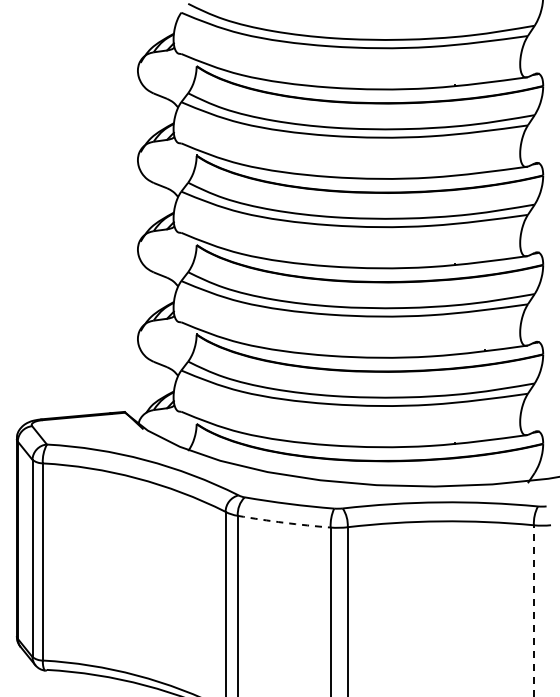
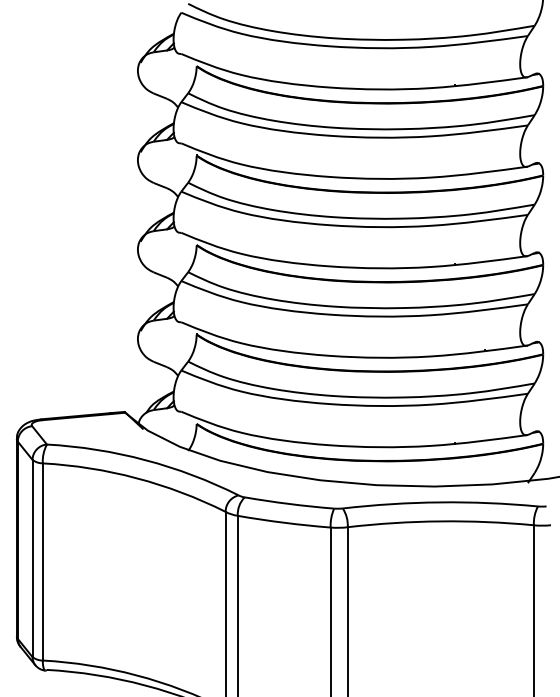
arc at (284, 522): dashed -> solid
line at (533, 610): dashed -> solid
